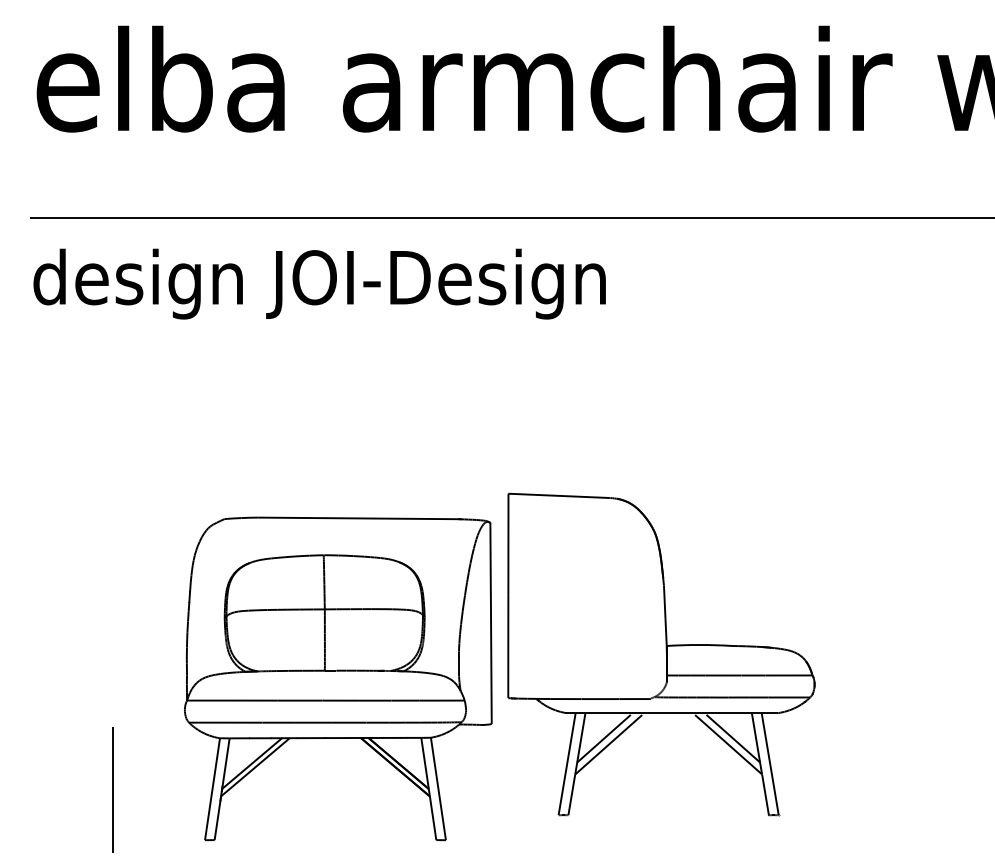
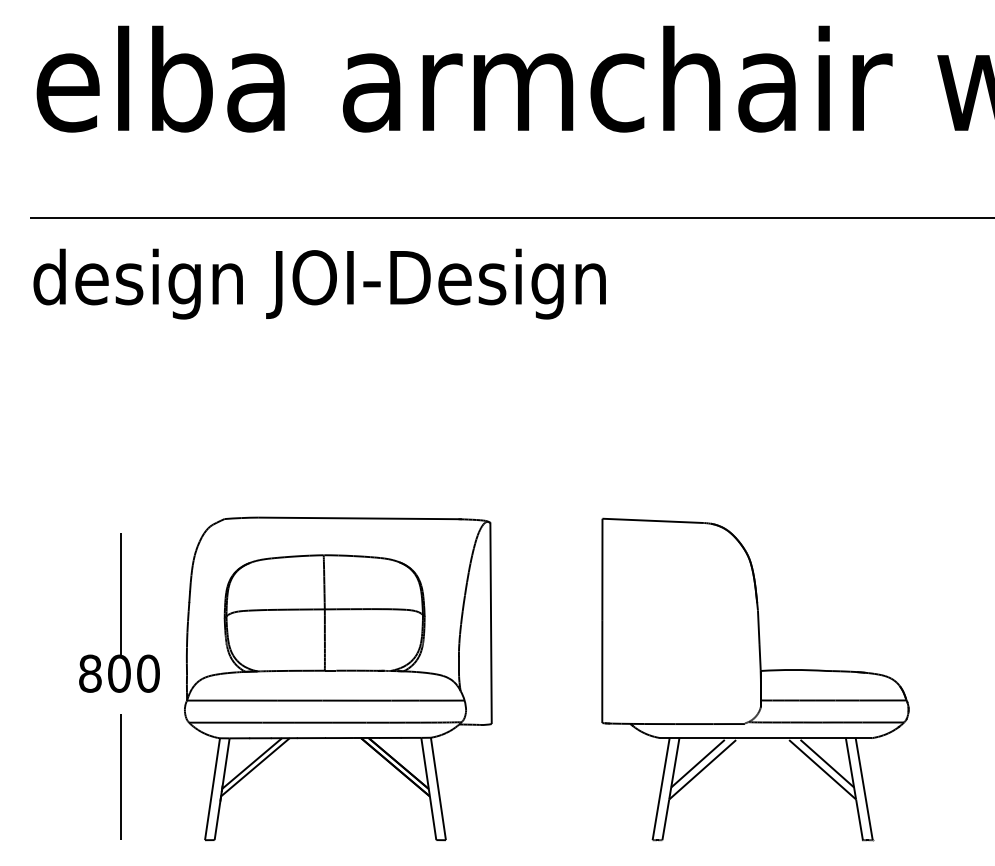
part at (119, 612): none -> present
part at (661, 654) position: (661, 654) -> (755, 679)
line at (112, 789) position: (112, 789) -> (120, 776)
